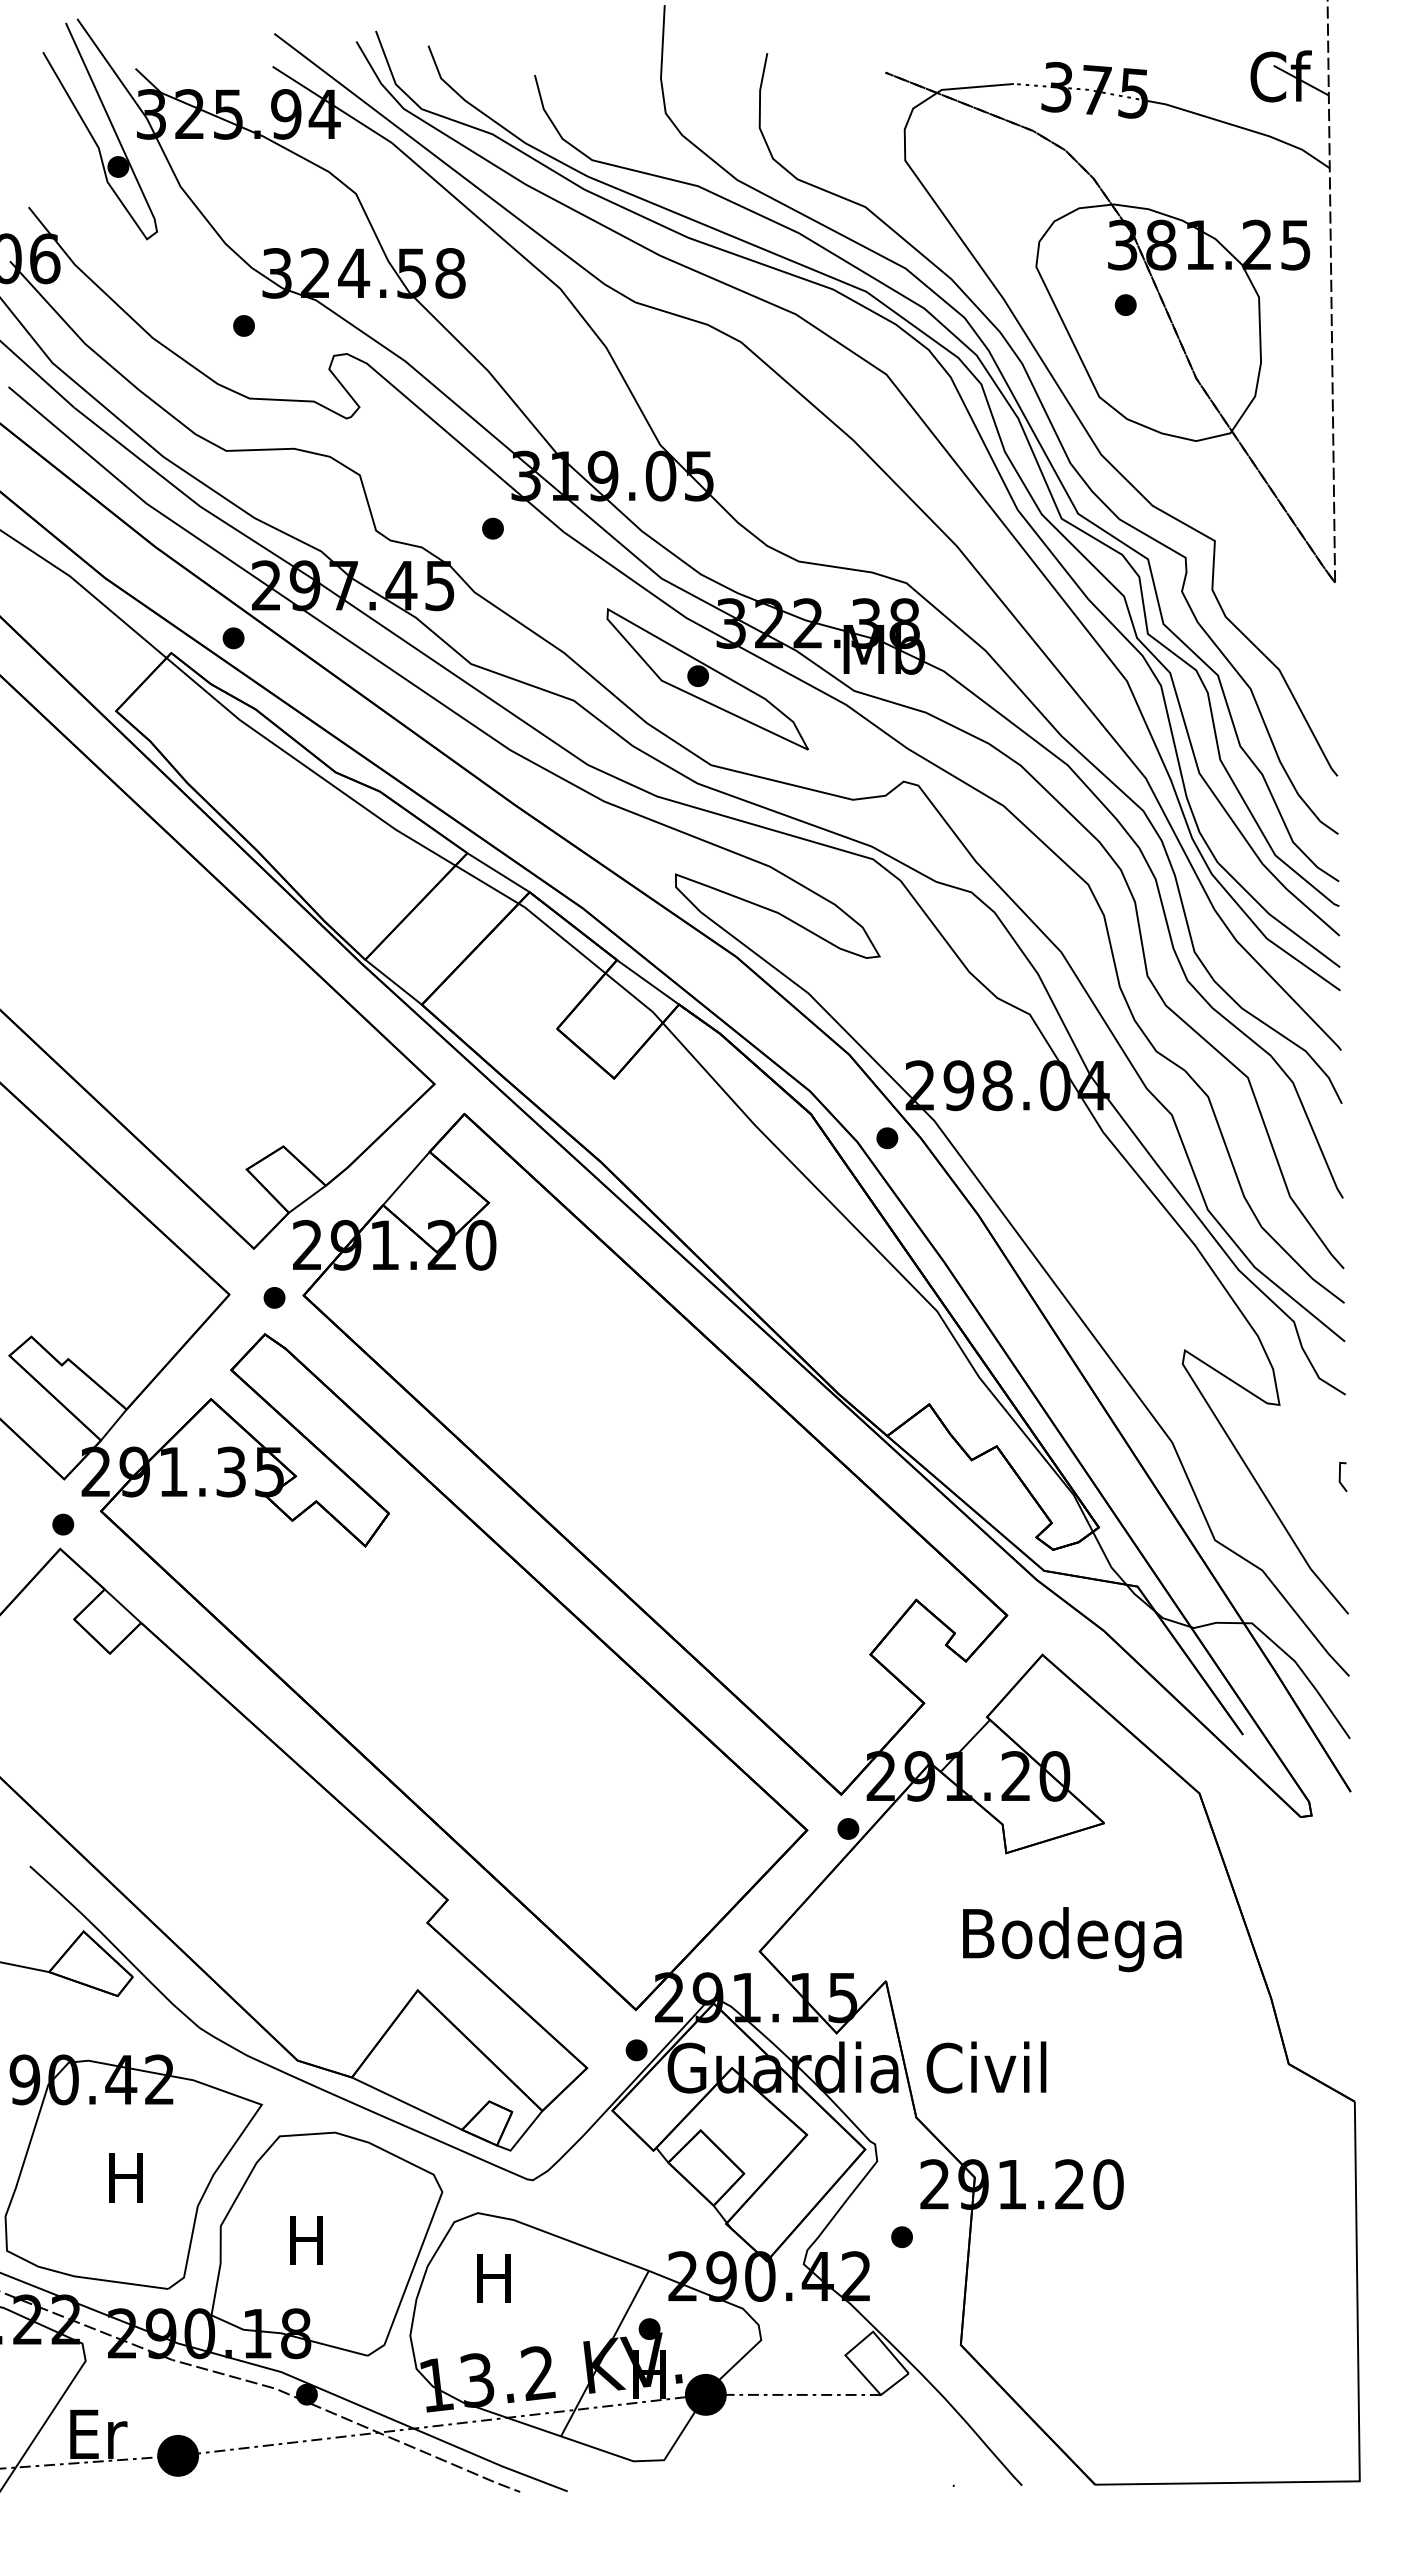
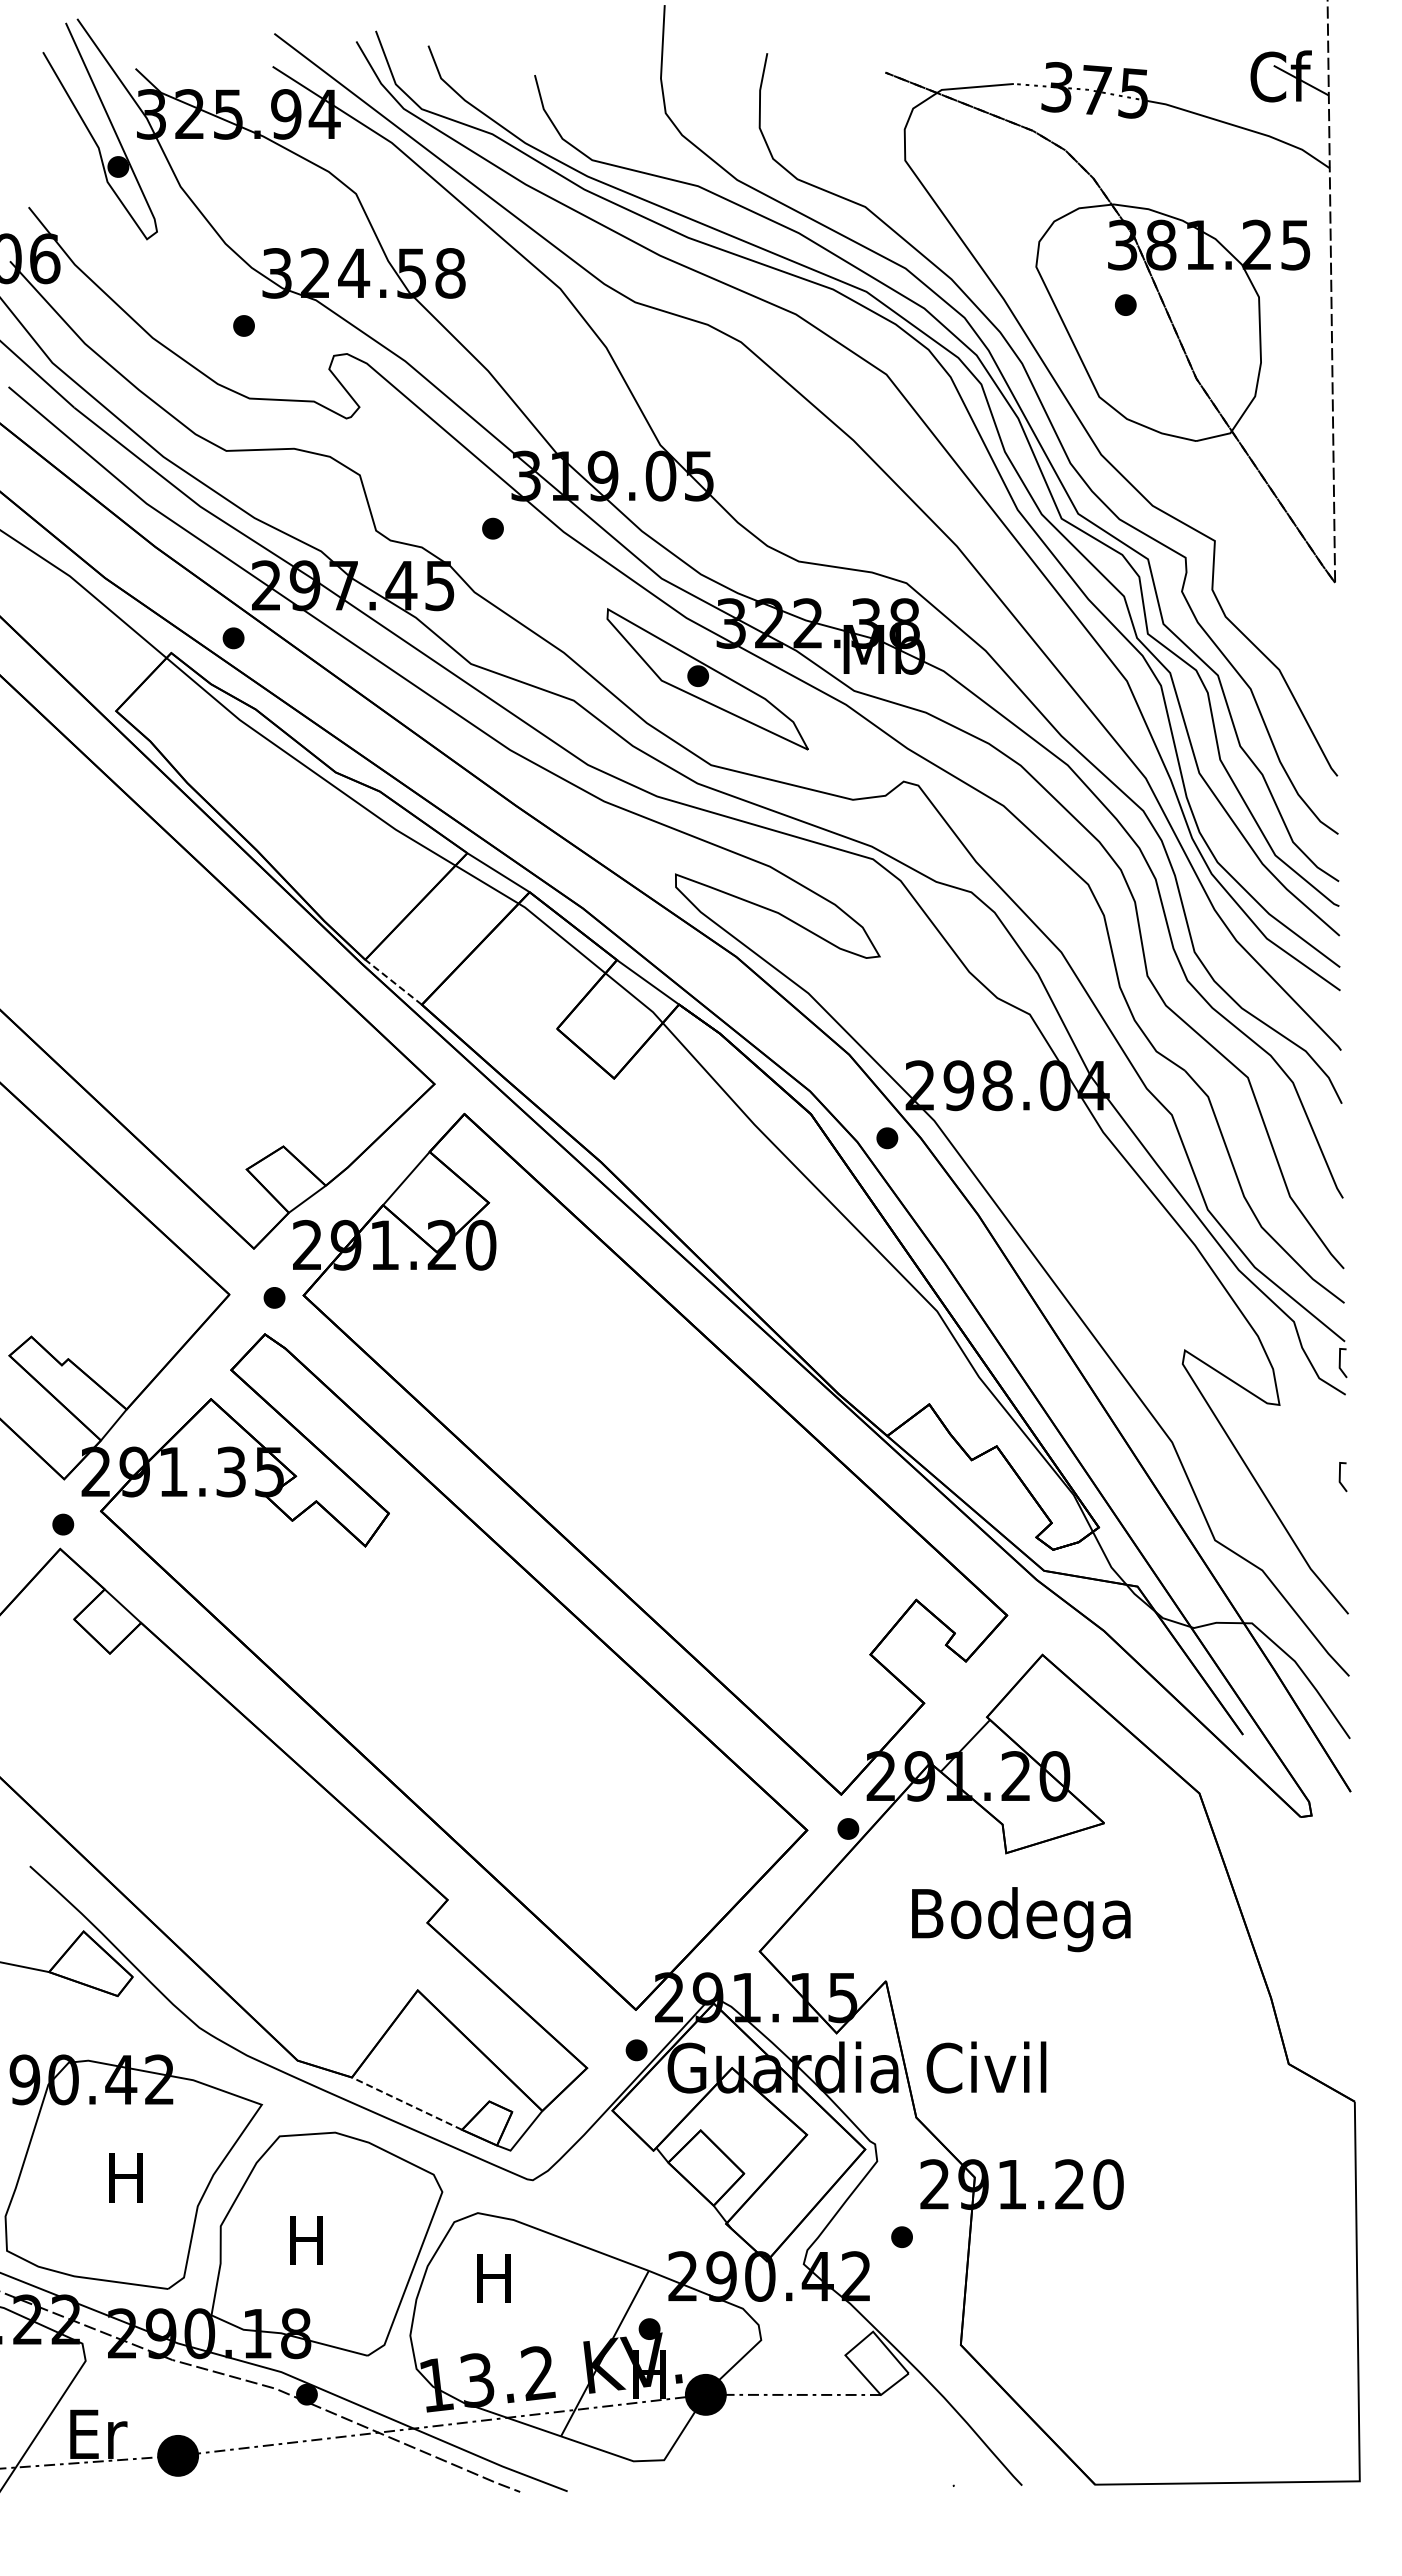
line at (393, 981): solid -> dashed
line at (1340, 1363): none -> present
text at (1072, 1939) position: (1072, 1939) -> (1021, 1919)
line at (407, 2103): solid -> dashed
